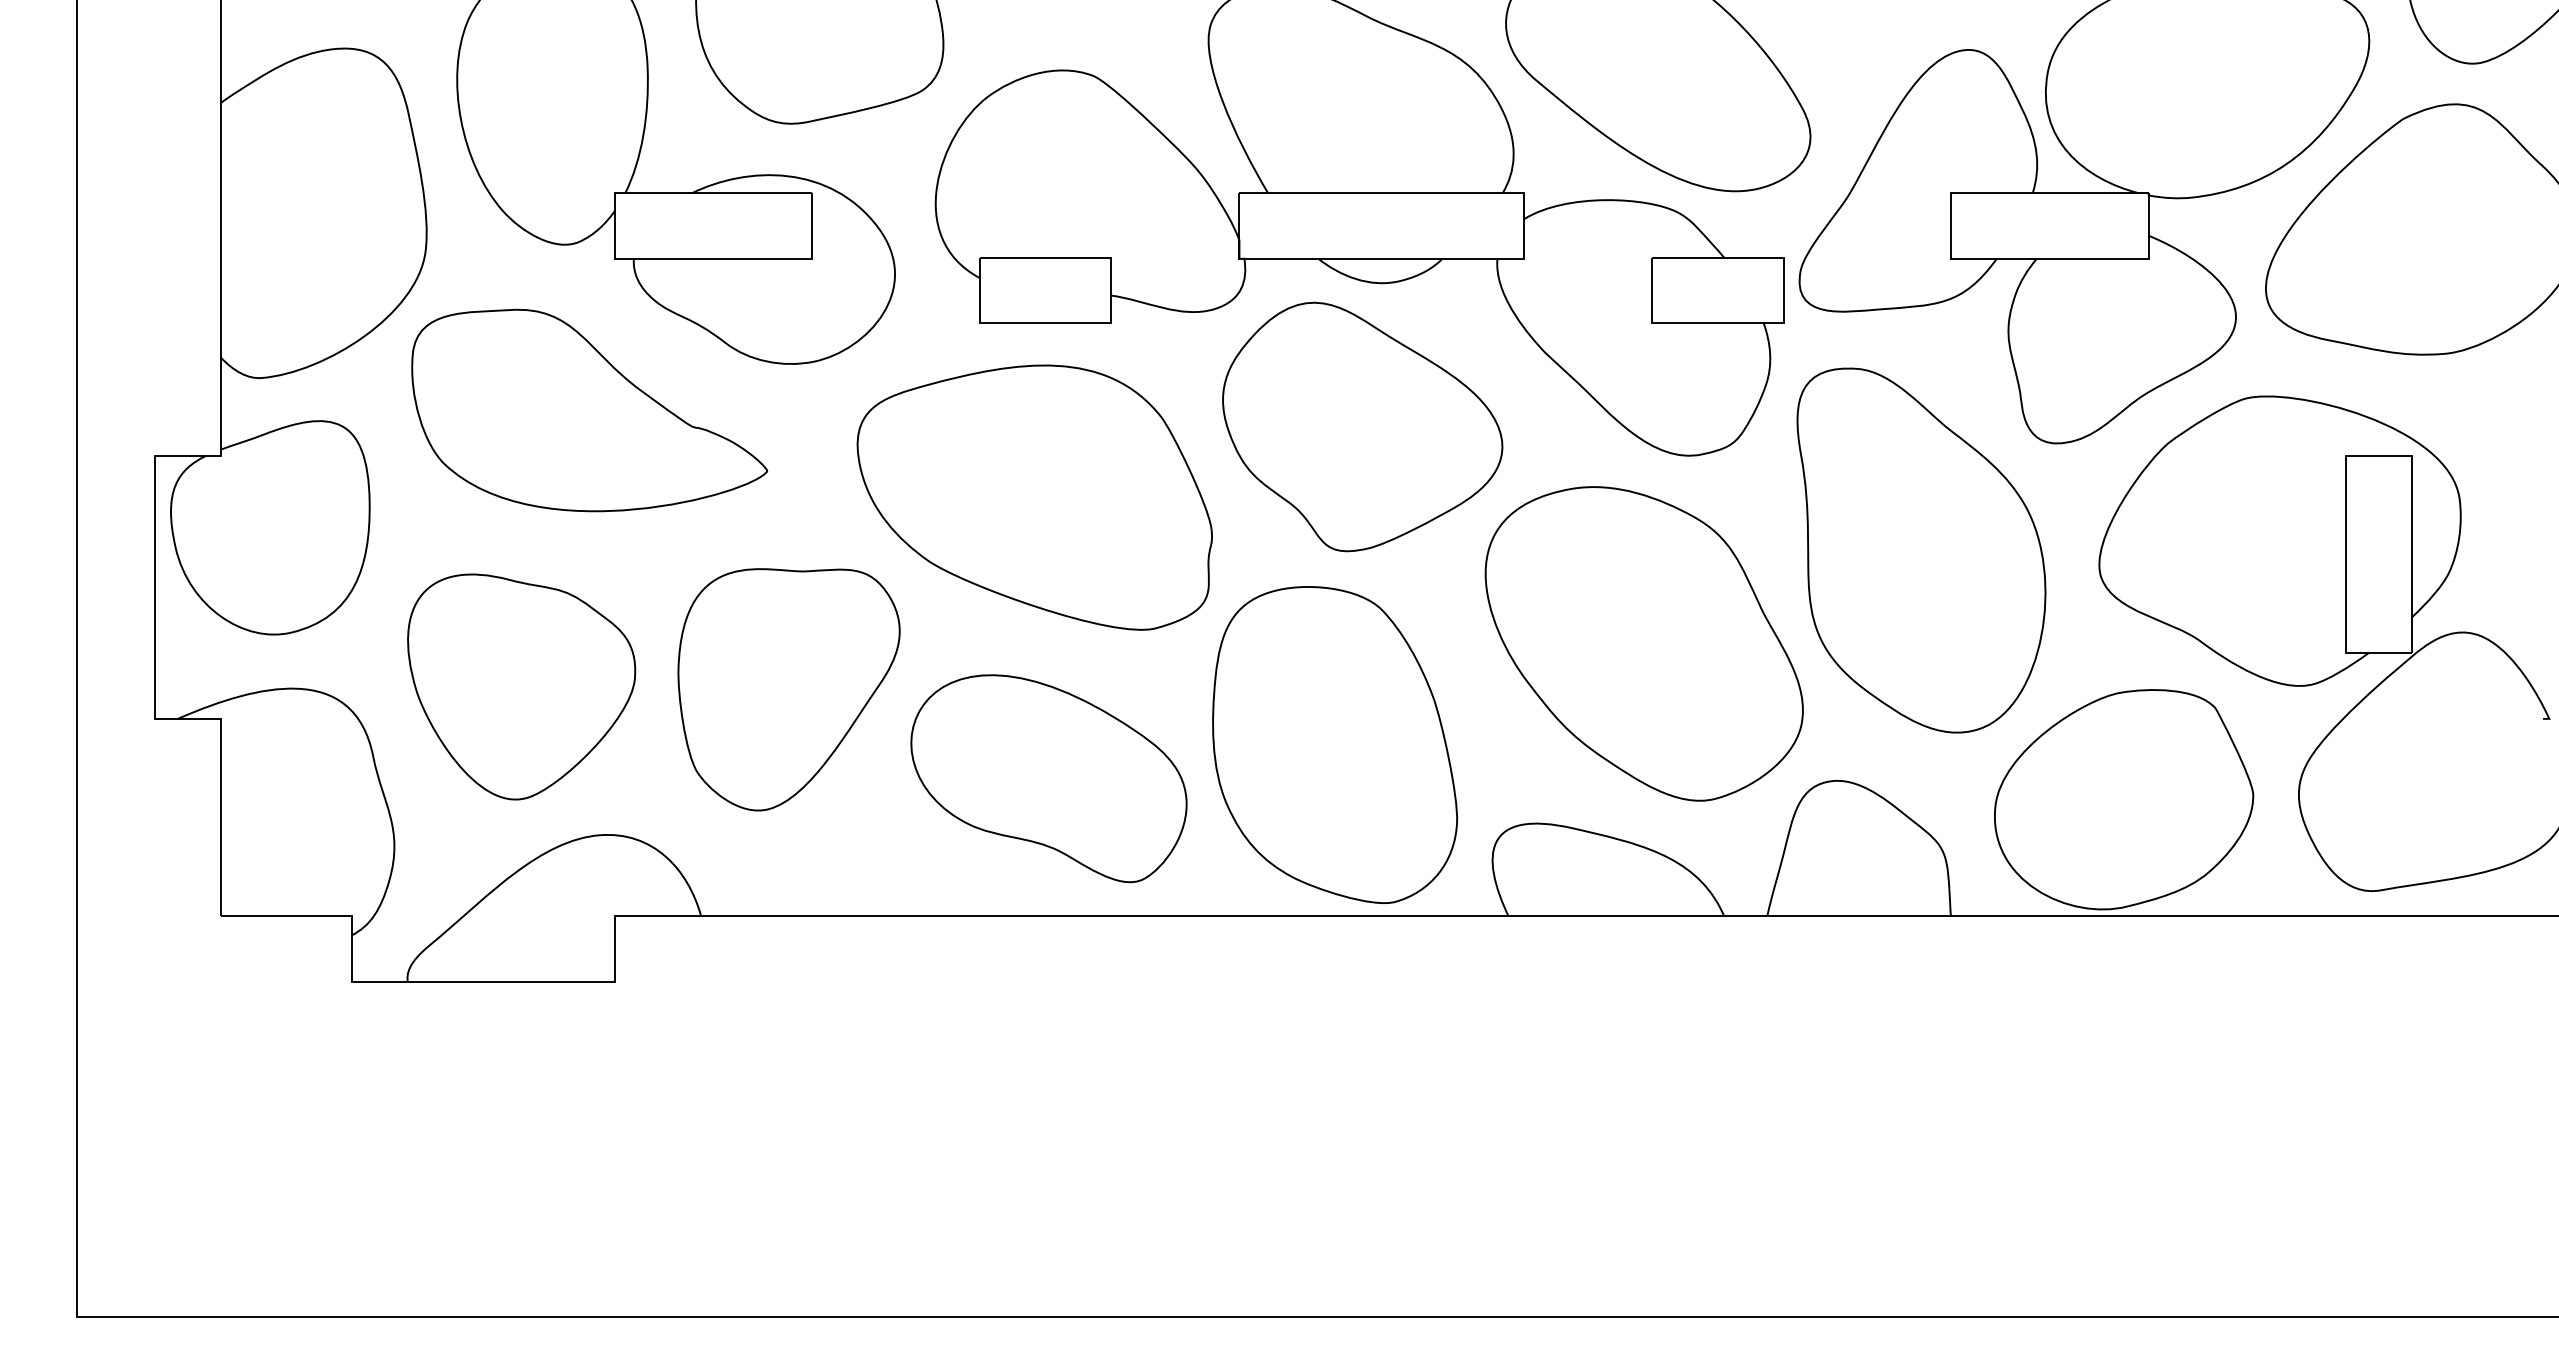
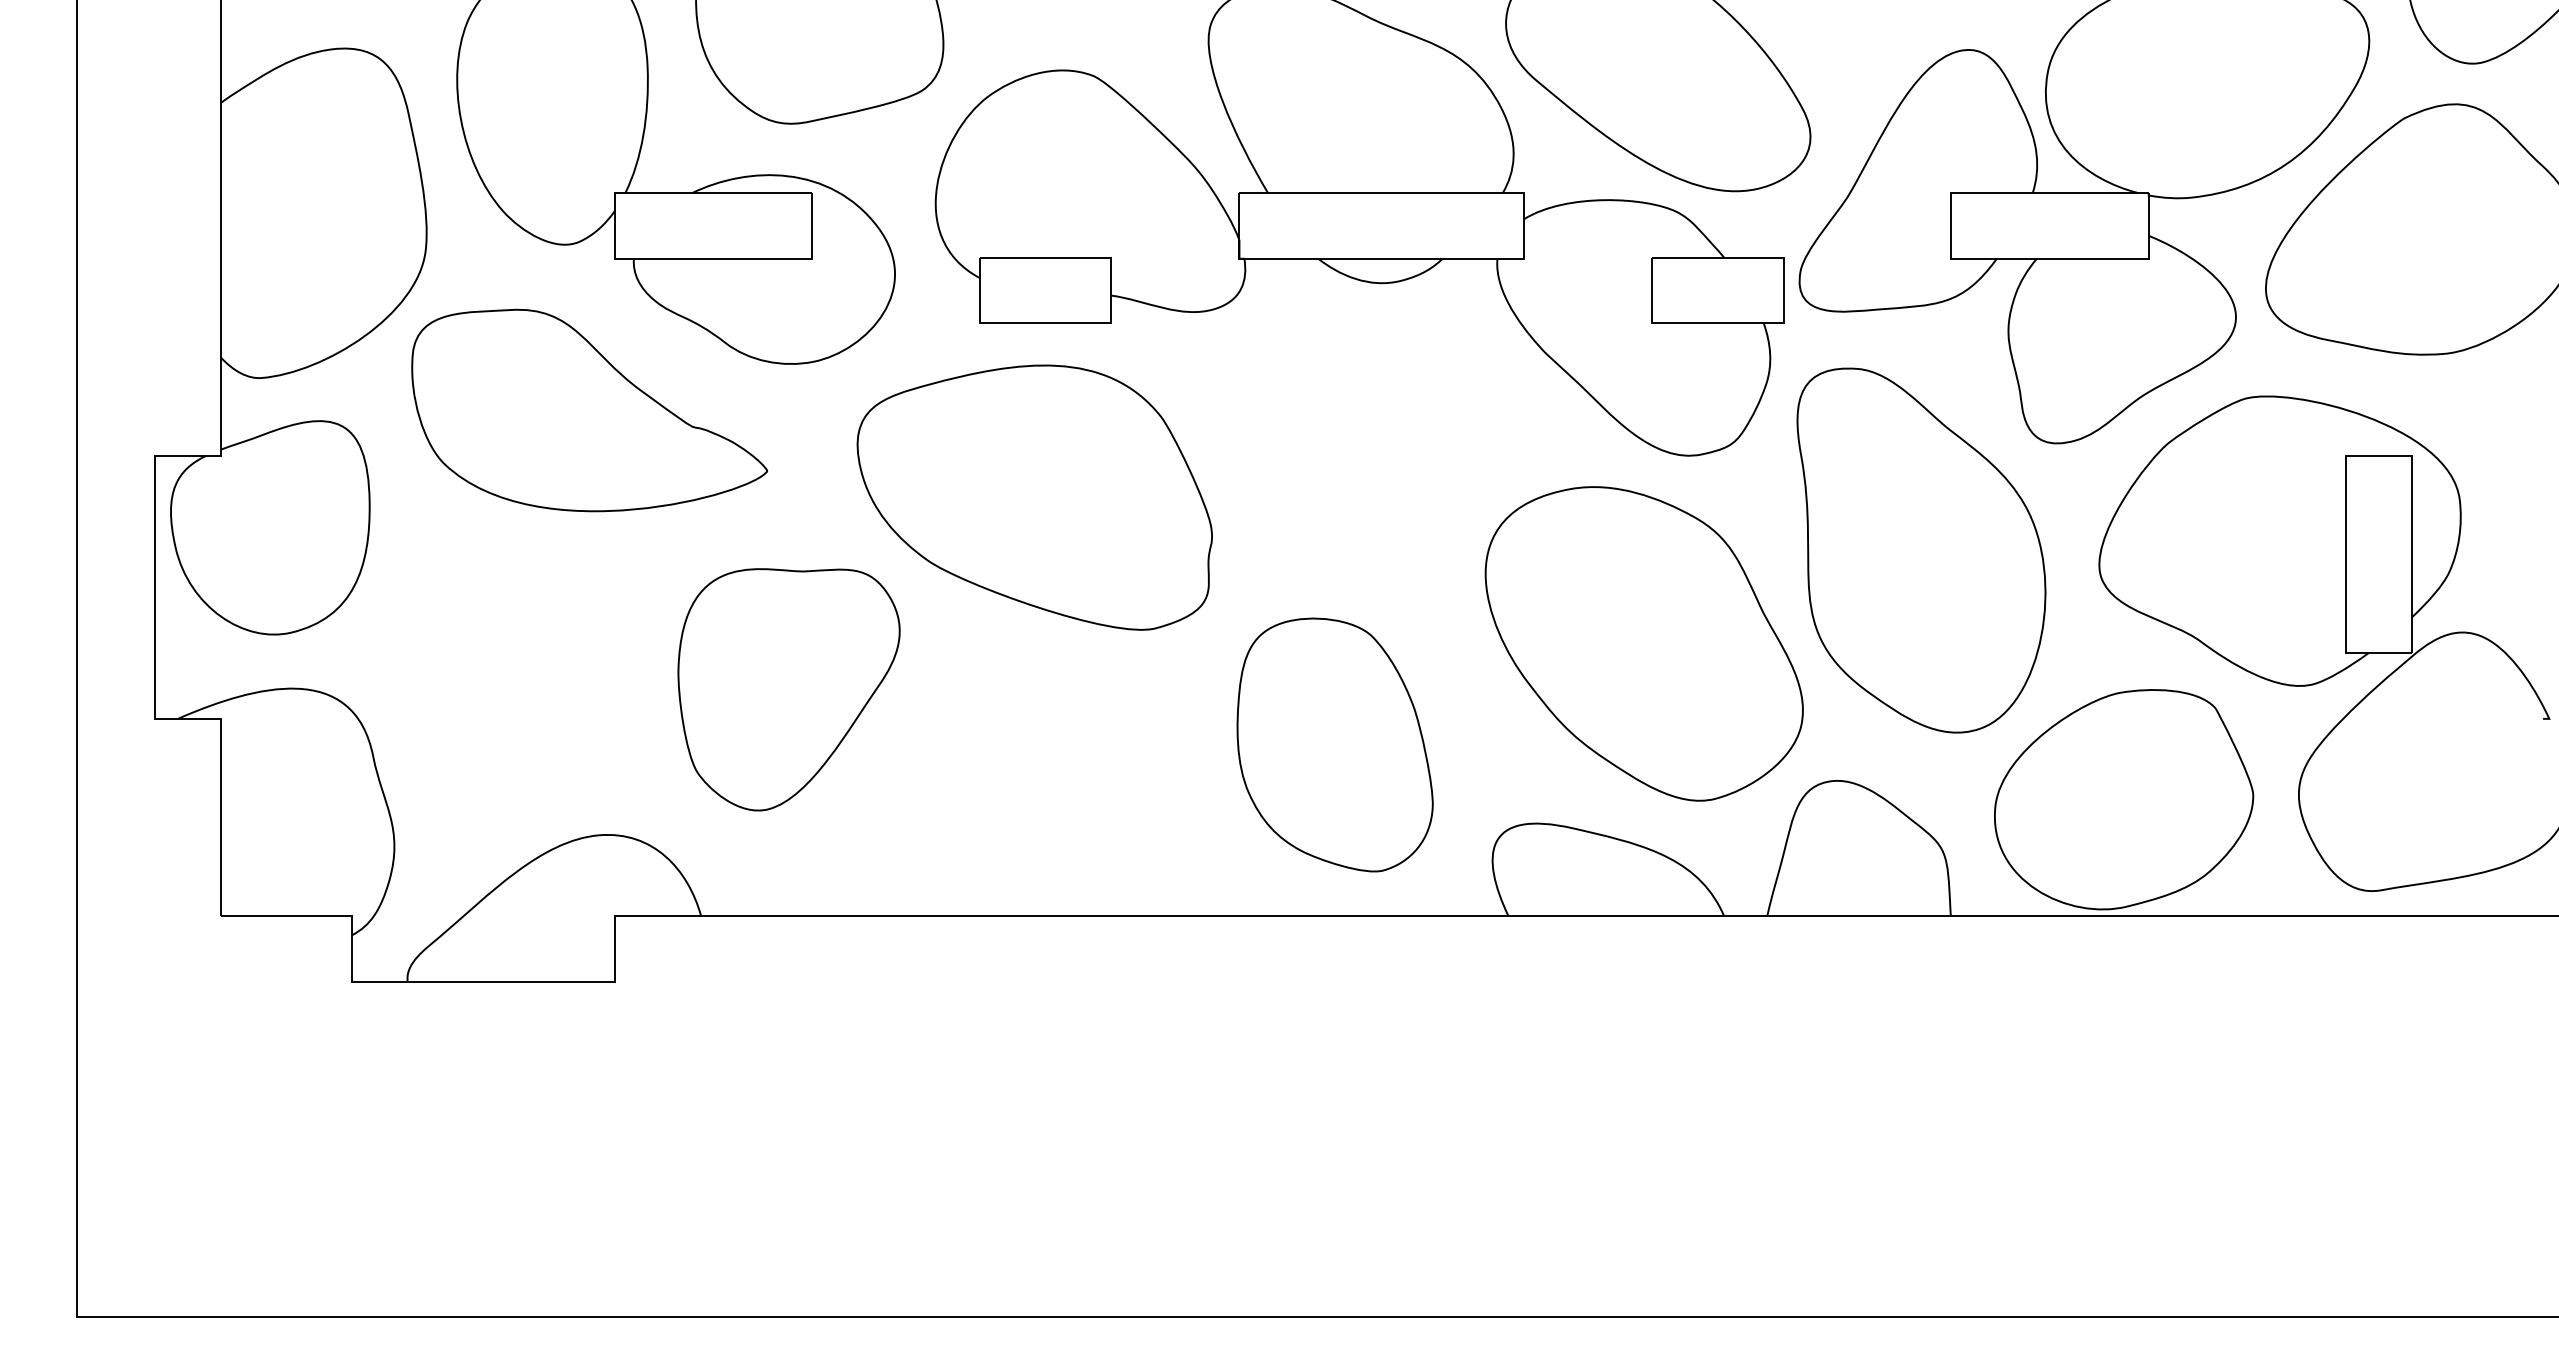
part at (1362, 426): present -> none
part at (521, 686): present -> none
part at (1335, 744) size: 247x318 px -> 198x256 px
part at (1048, 778): present -> none
